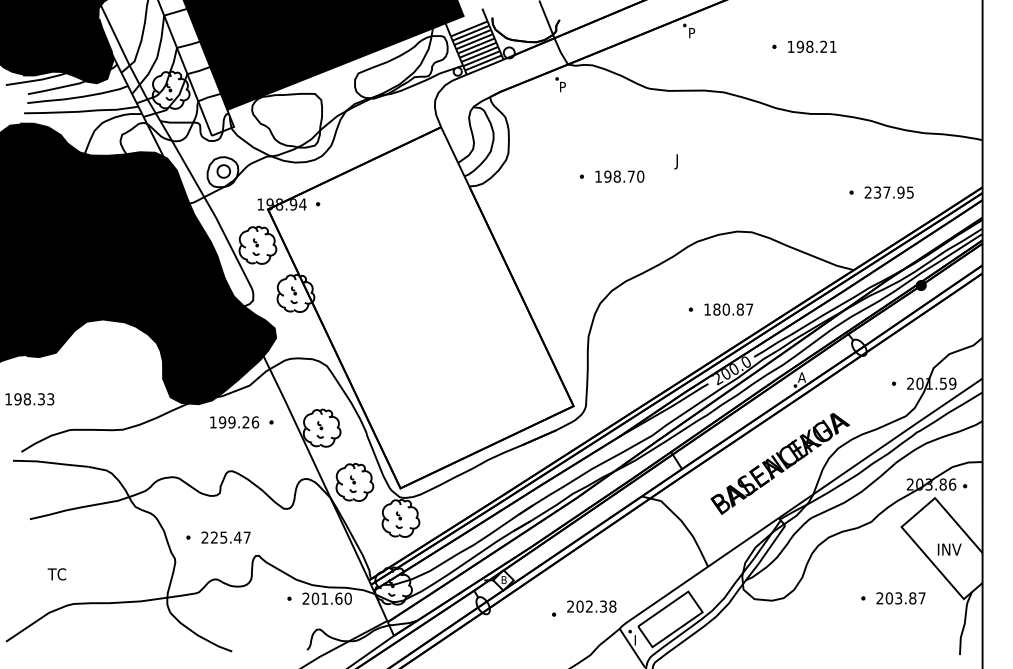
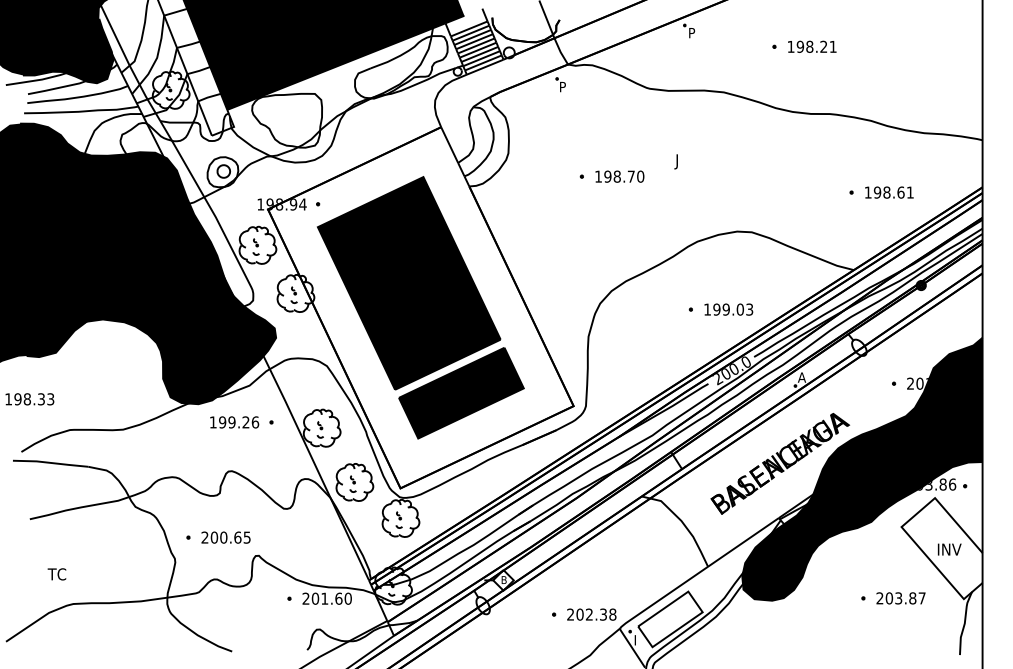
text at (888, 192): 237.95 -> 198.61
part at (420, 307): none -> present
text at (733, 309): 180.87 -> 199.03
fill at (862, 468): none -> present
text at (230, 537): 225.47 -> 200.65
text at (591, 606) position: (591, 606) -> (591, 614)
